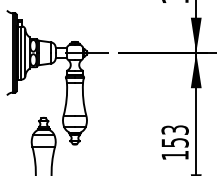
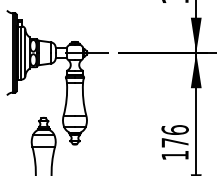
text at (174, 136): 153 -> 176
